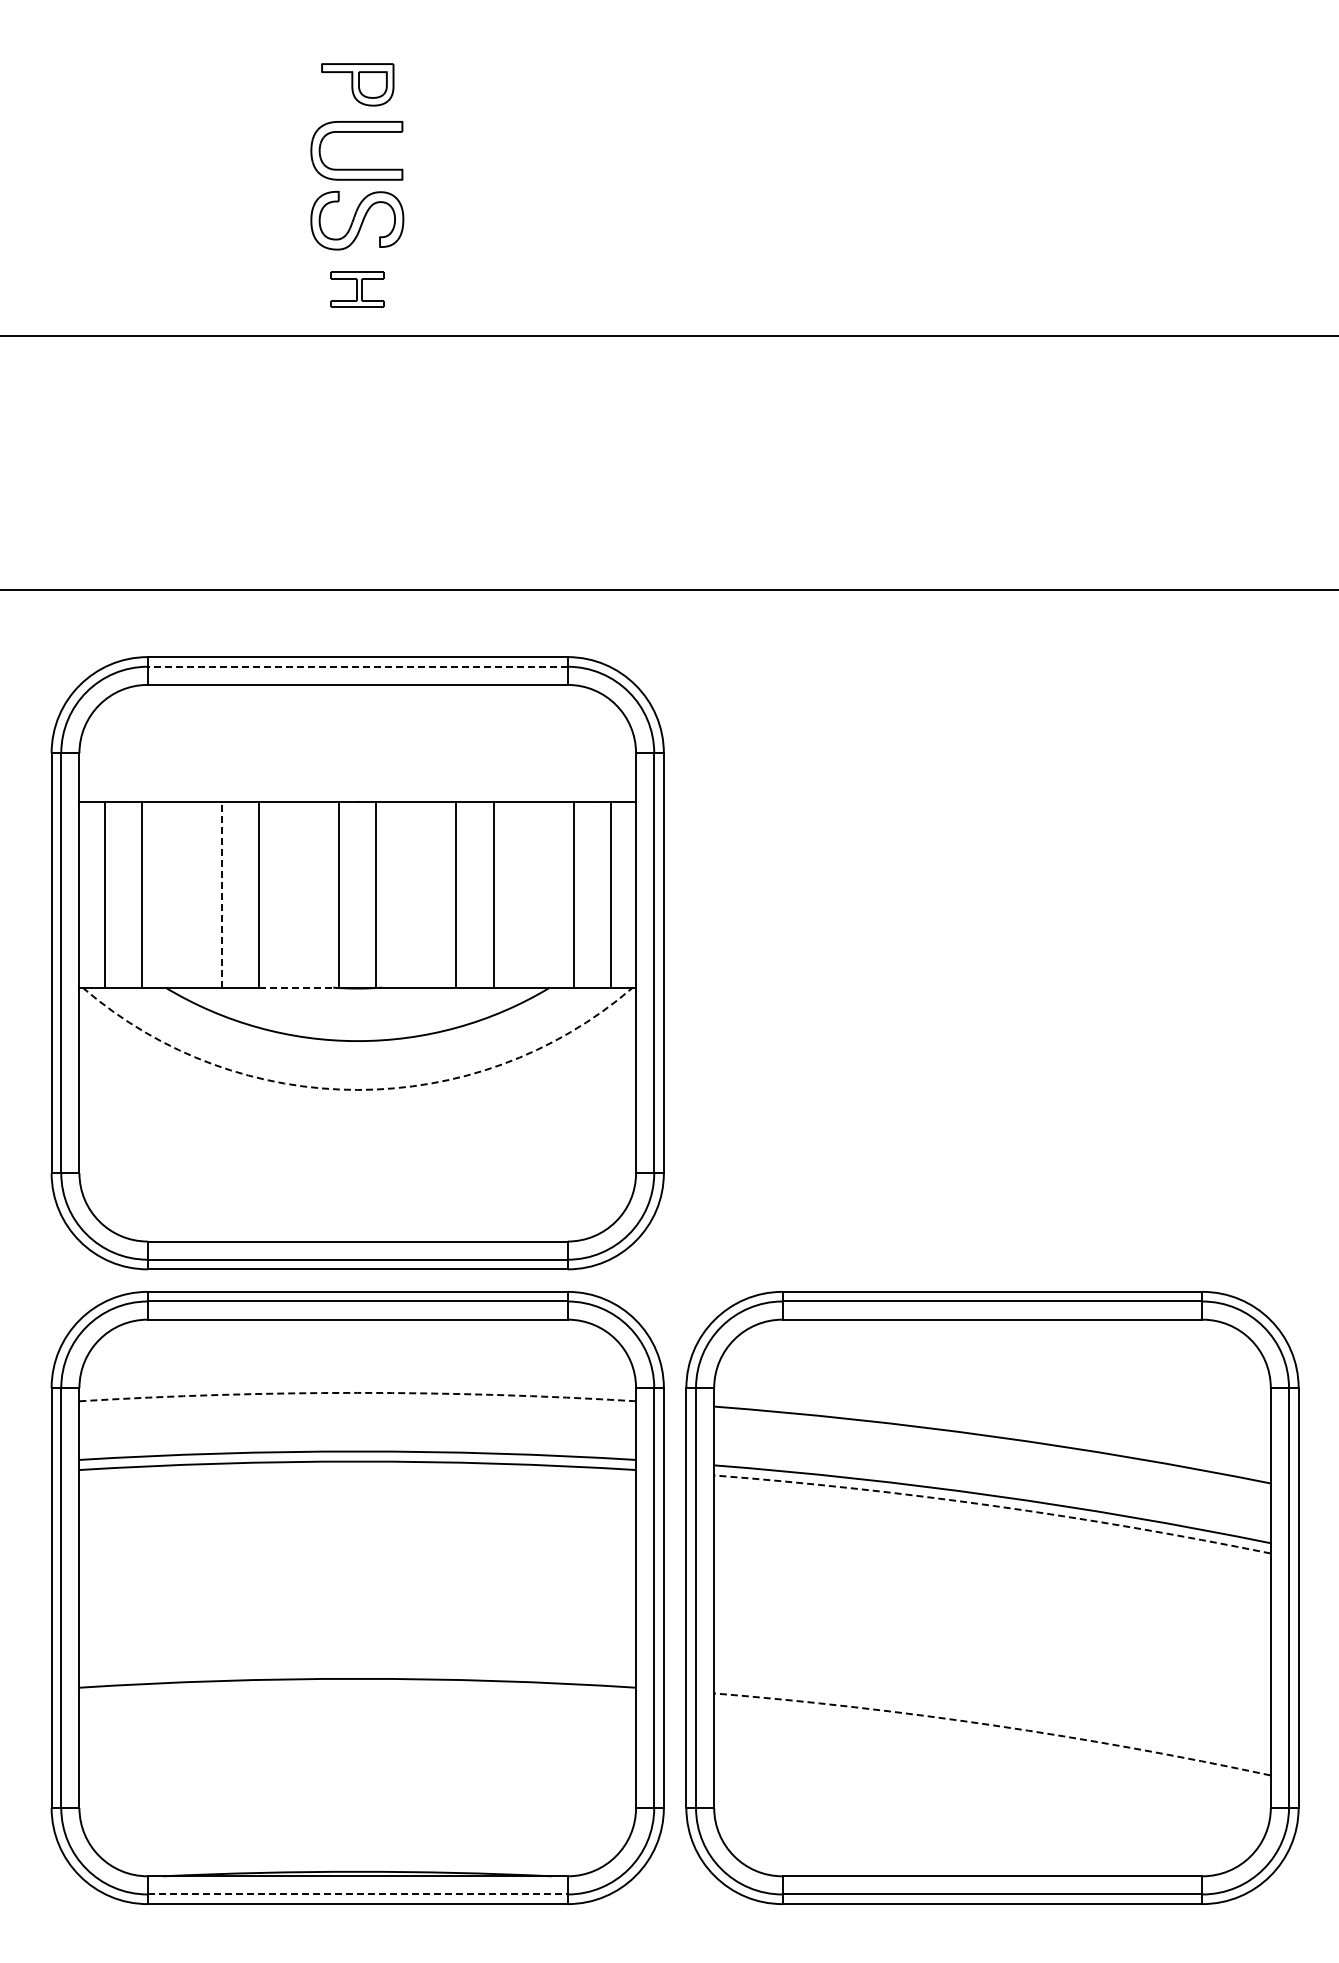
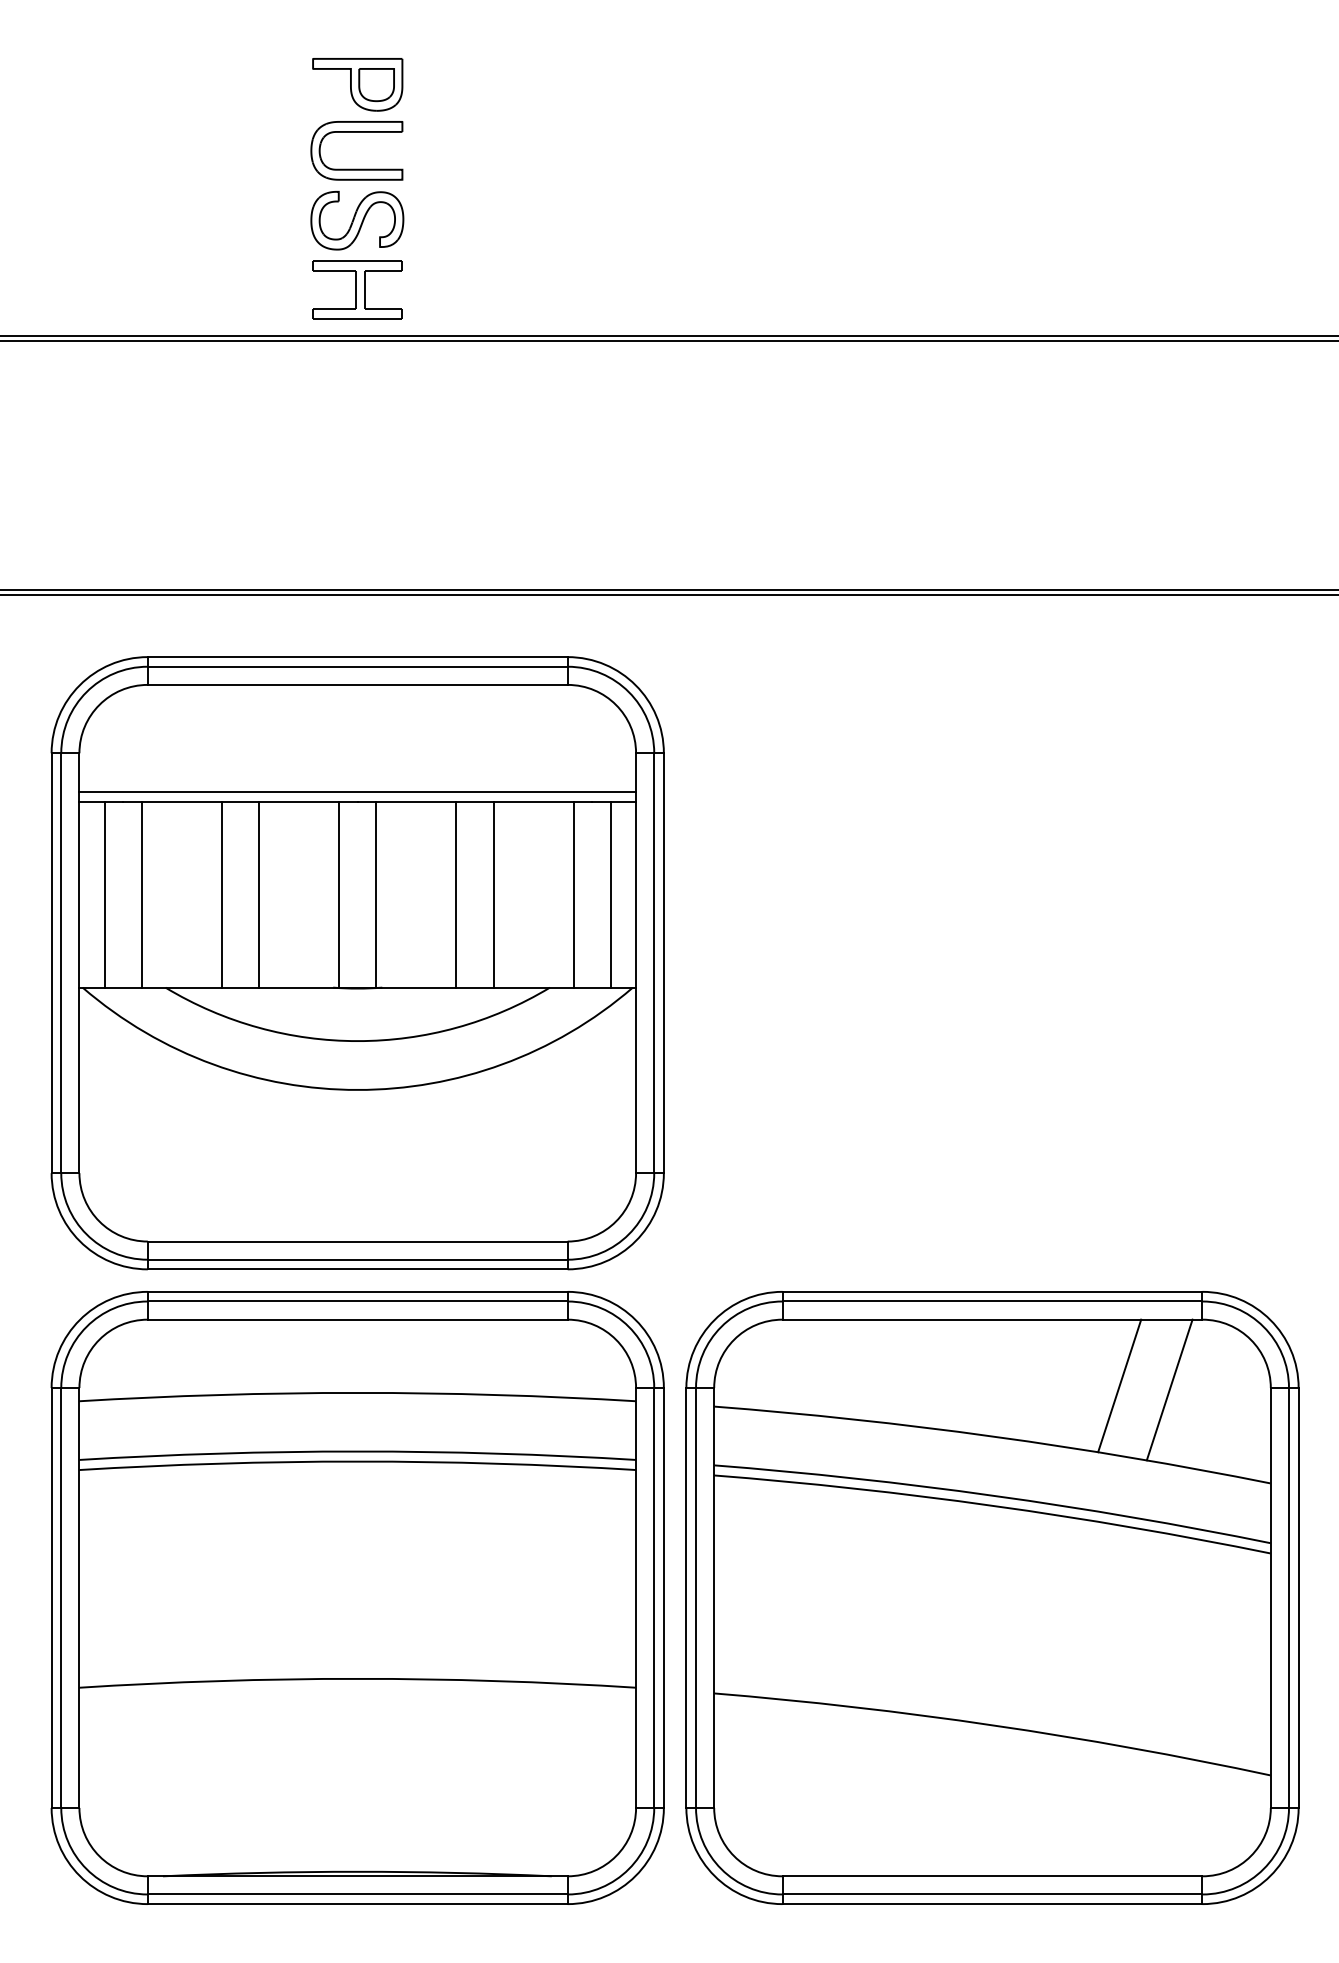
part at (357, 84) size: 74x44 px -> 92x54 px
part at (357, 289) size: 55x37 px -> 91x60 px
line at (668, 340): none -> present
line at (668, 594): none -> present
line at (357, 666): dashed -> solid
line at (357, 792): none -> present
line at (221, 894): dashed -> solid
line at (299, 987): dashed -> solid
arc at (357, 1089): dashed -> solid
line at (1119, 1385): none -> present
line at (1169, 1389): none -> present
arc at (357, 1392): dashed -> solid
arc at (993, 1505): dashed -> solid
arc at (993, 1725): dashed -> solid
line at (357, 1894): dashed -> solid
